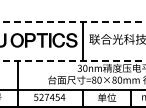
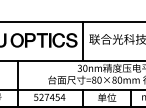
line at (73, 21): dashed -> solid
line at (73, 60): dashed -> solid
